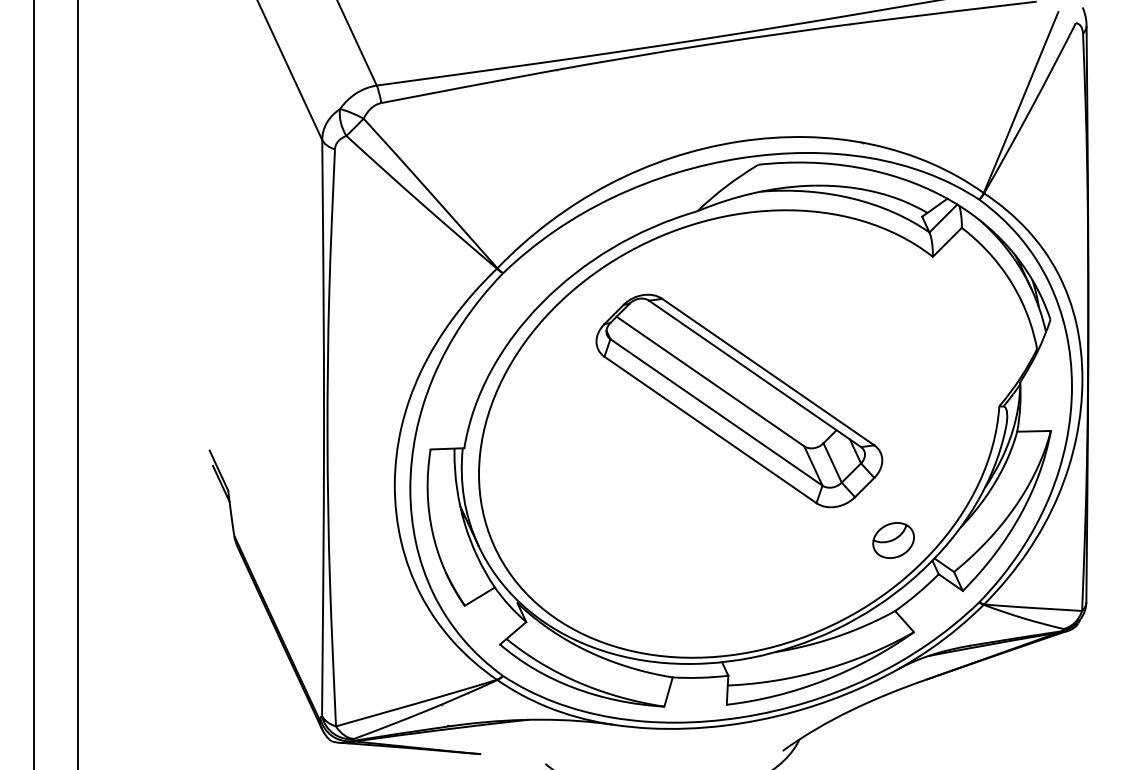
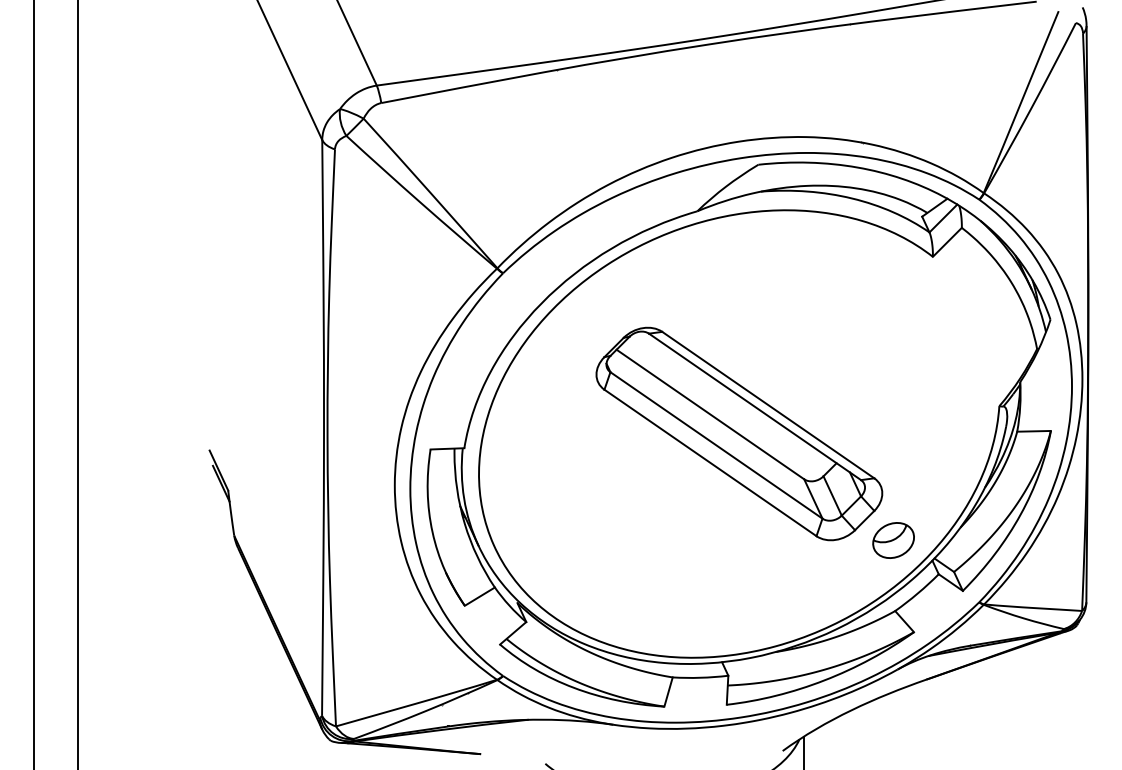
part at (739, 400) position: (739, 400) -> (739, 433)
line at (804, 751): none -> present
